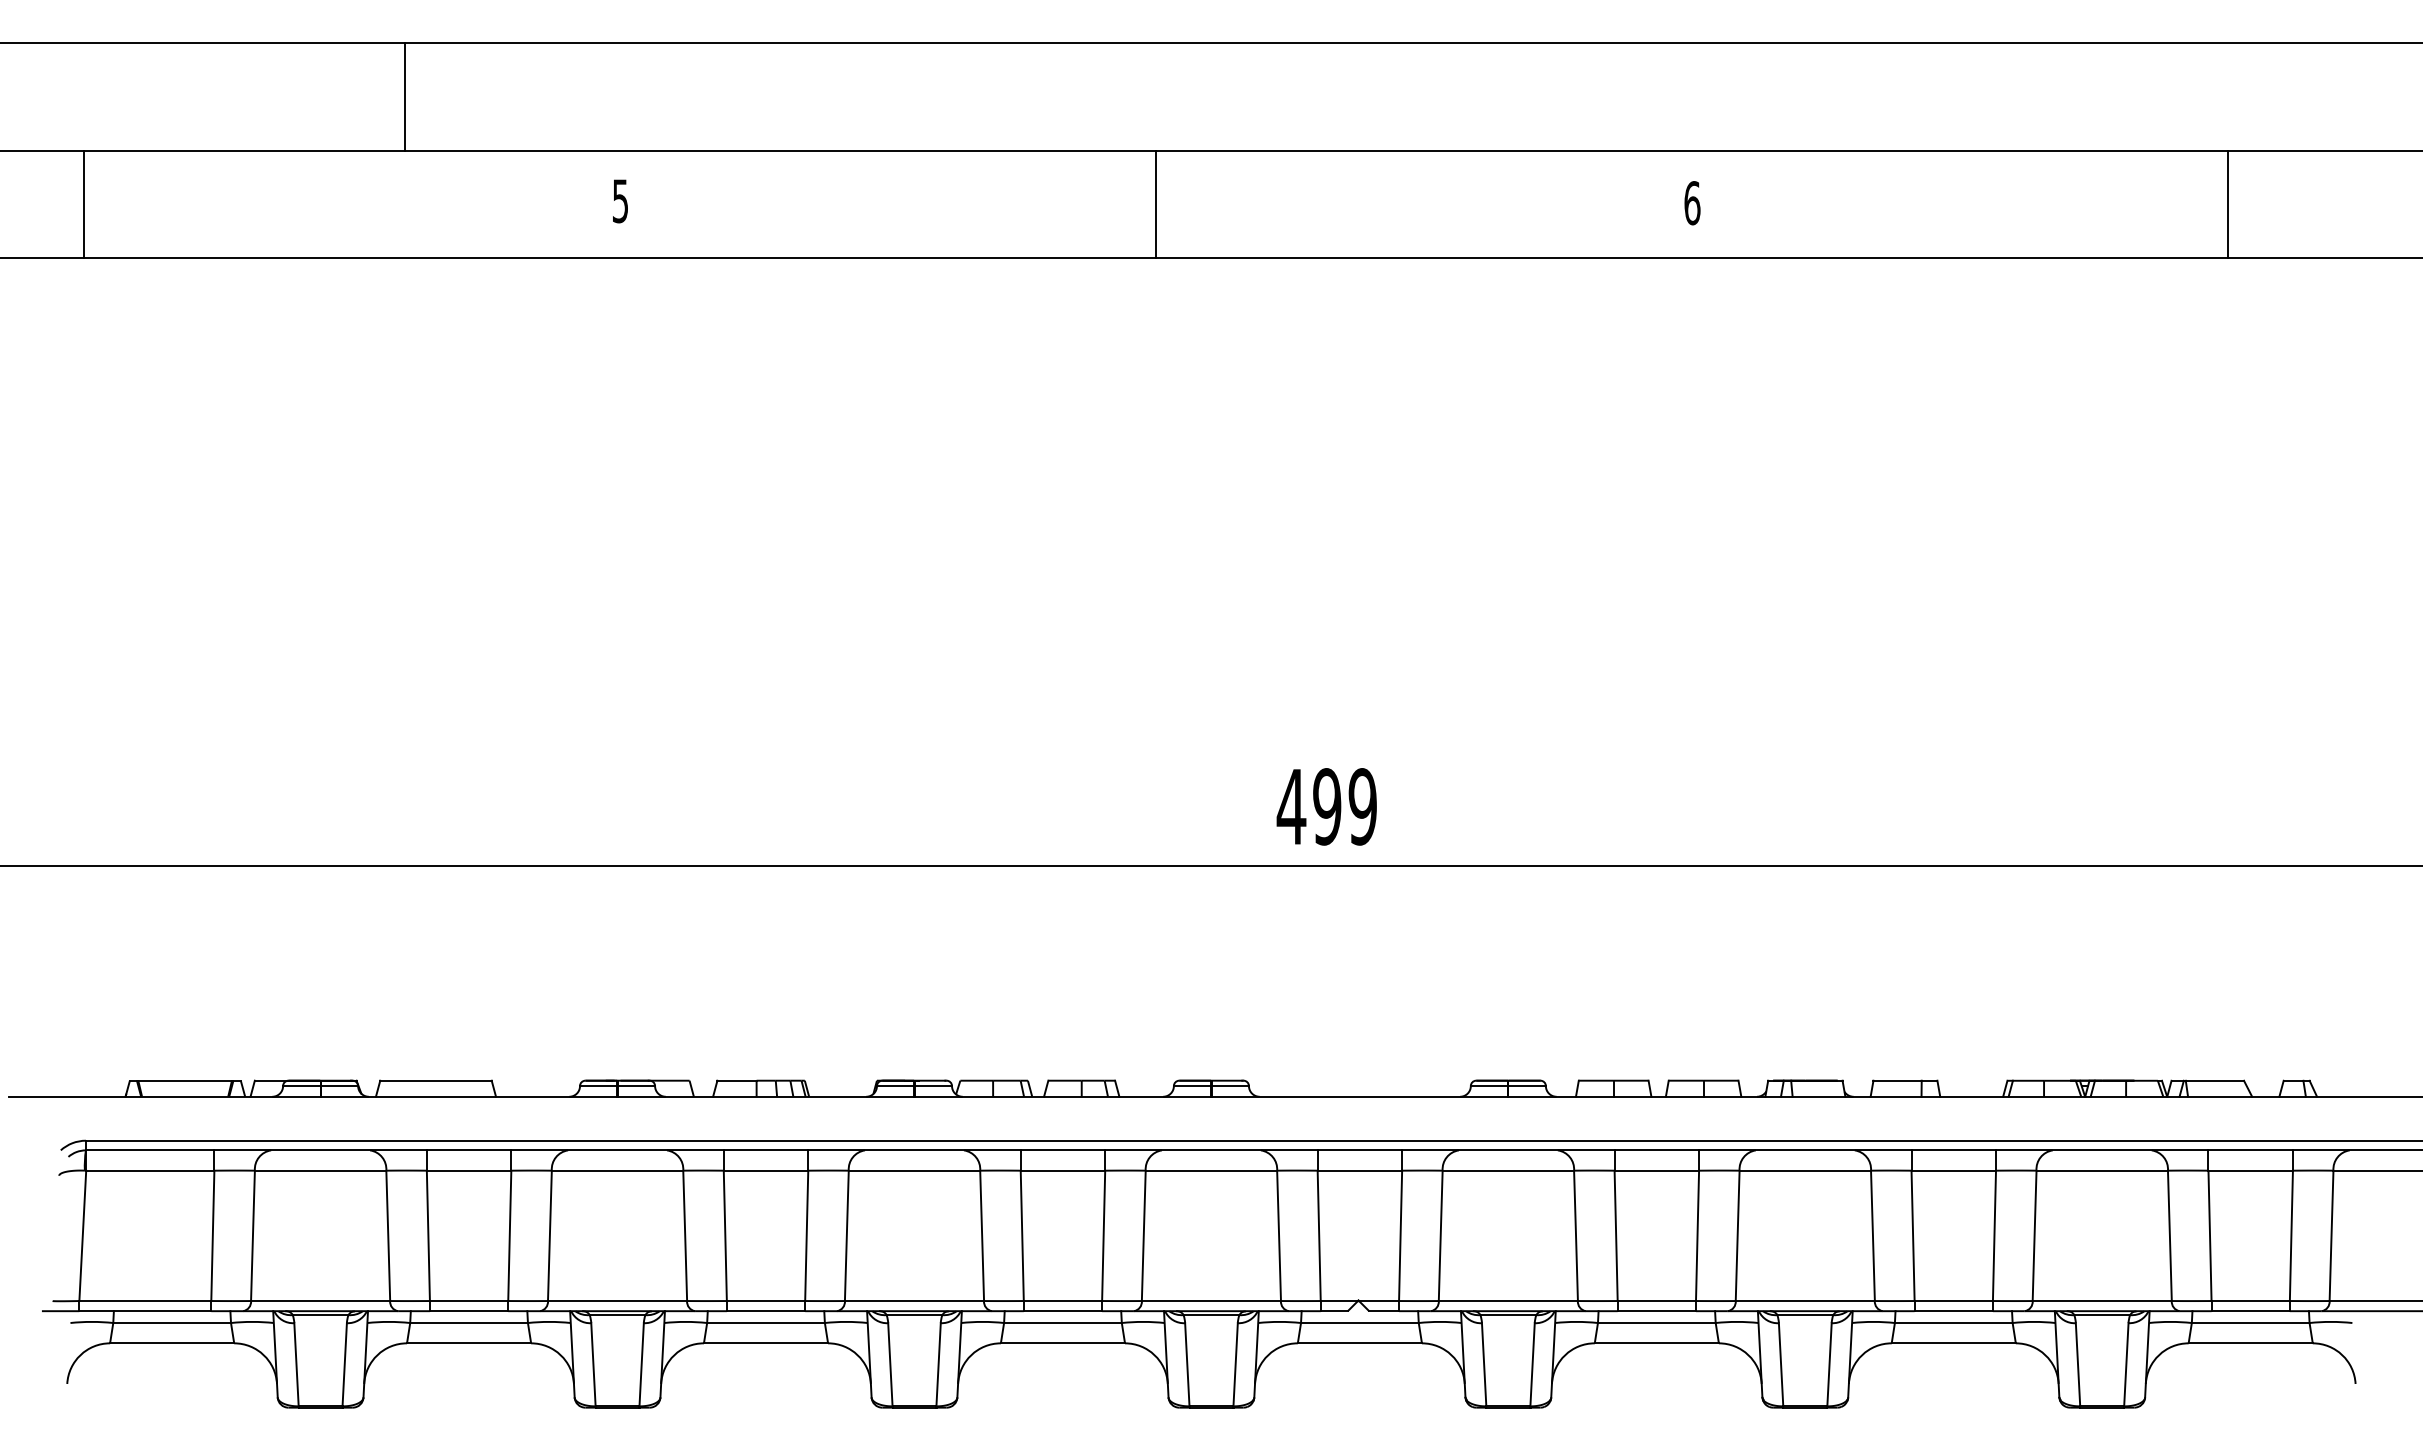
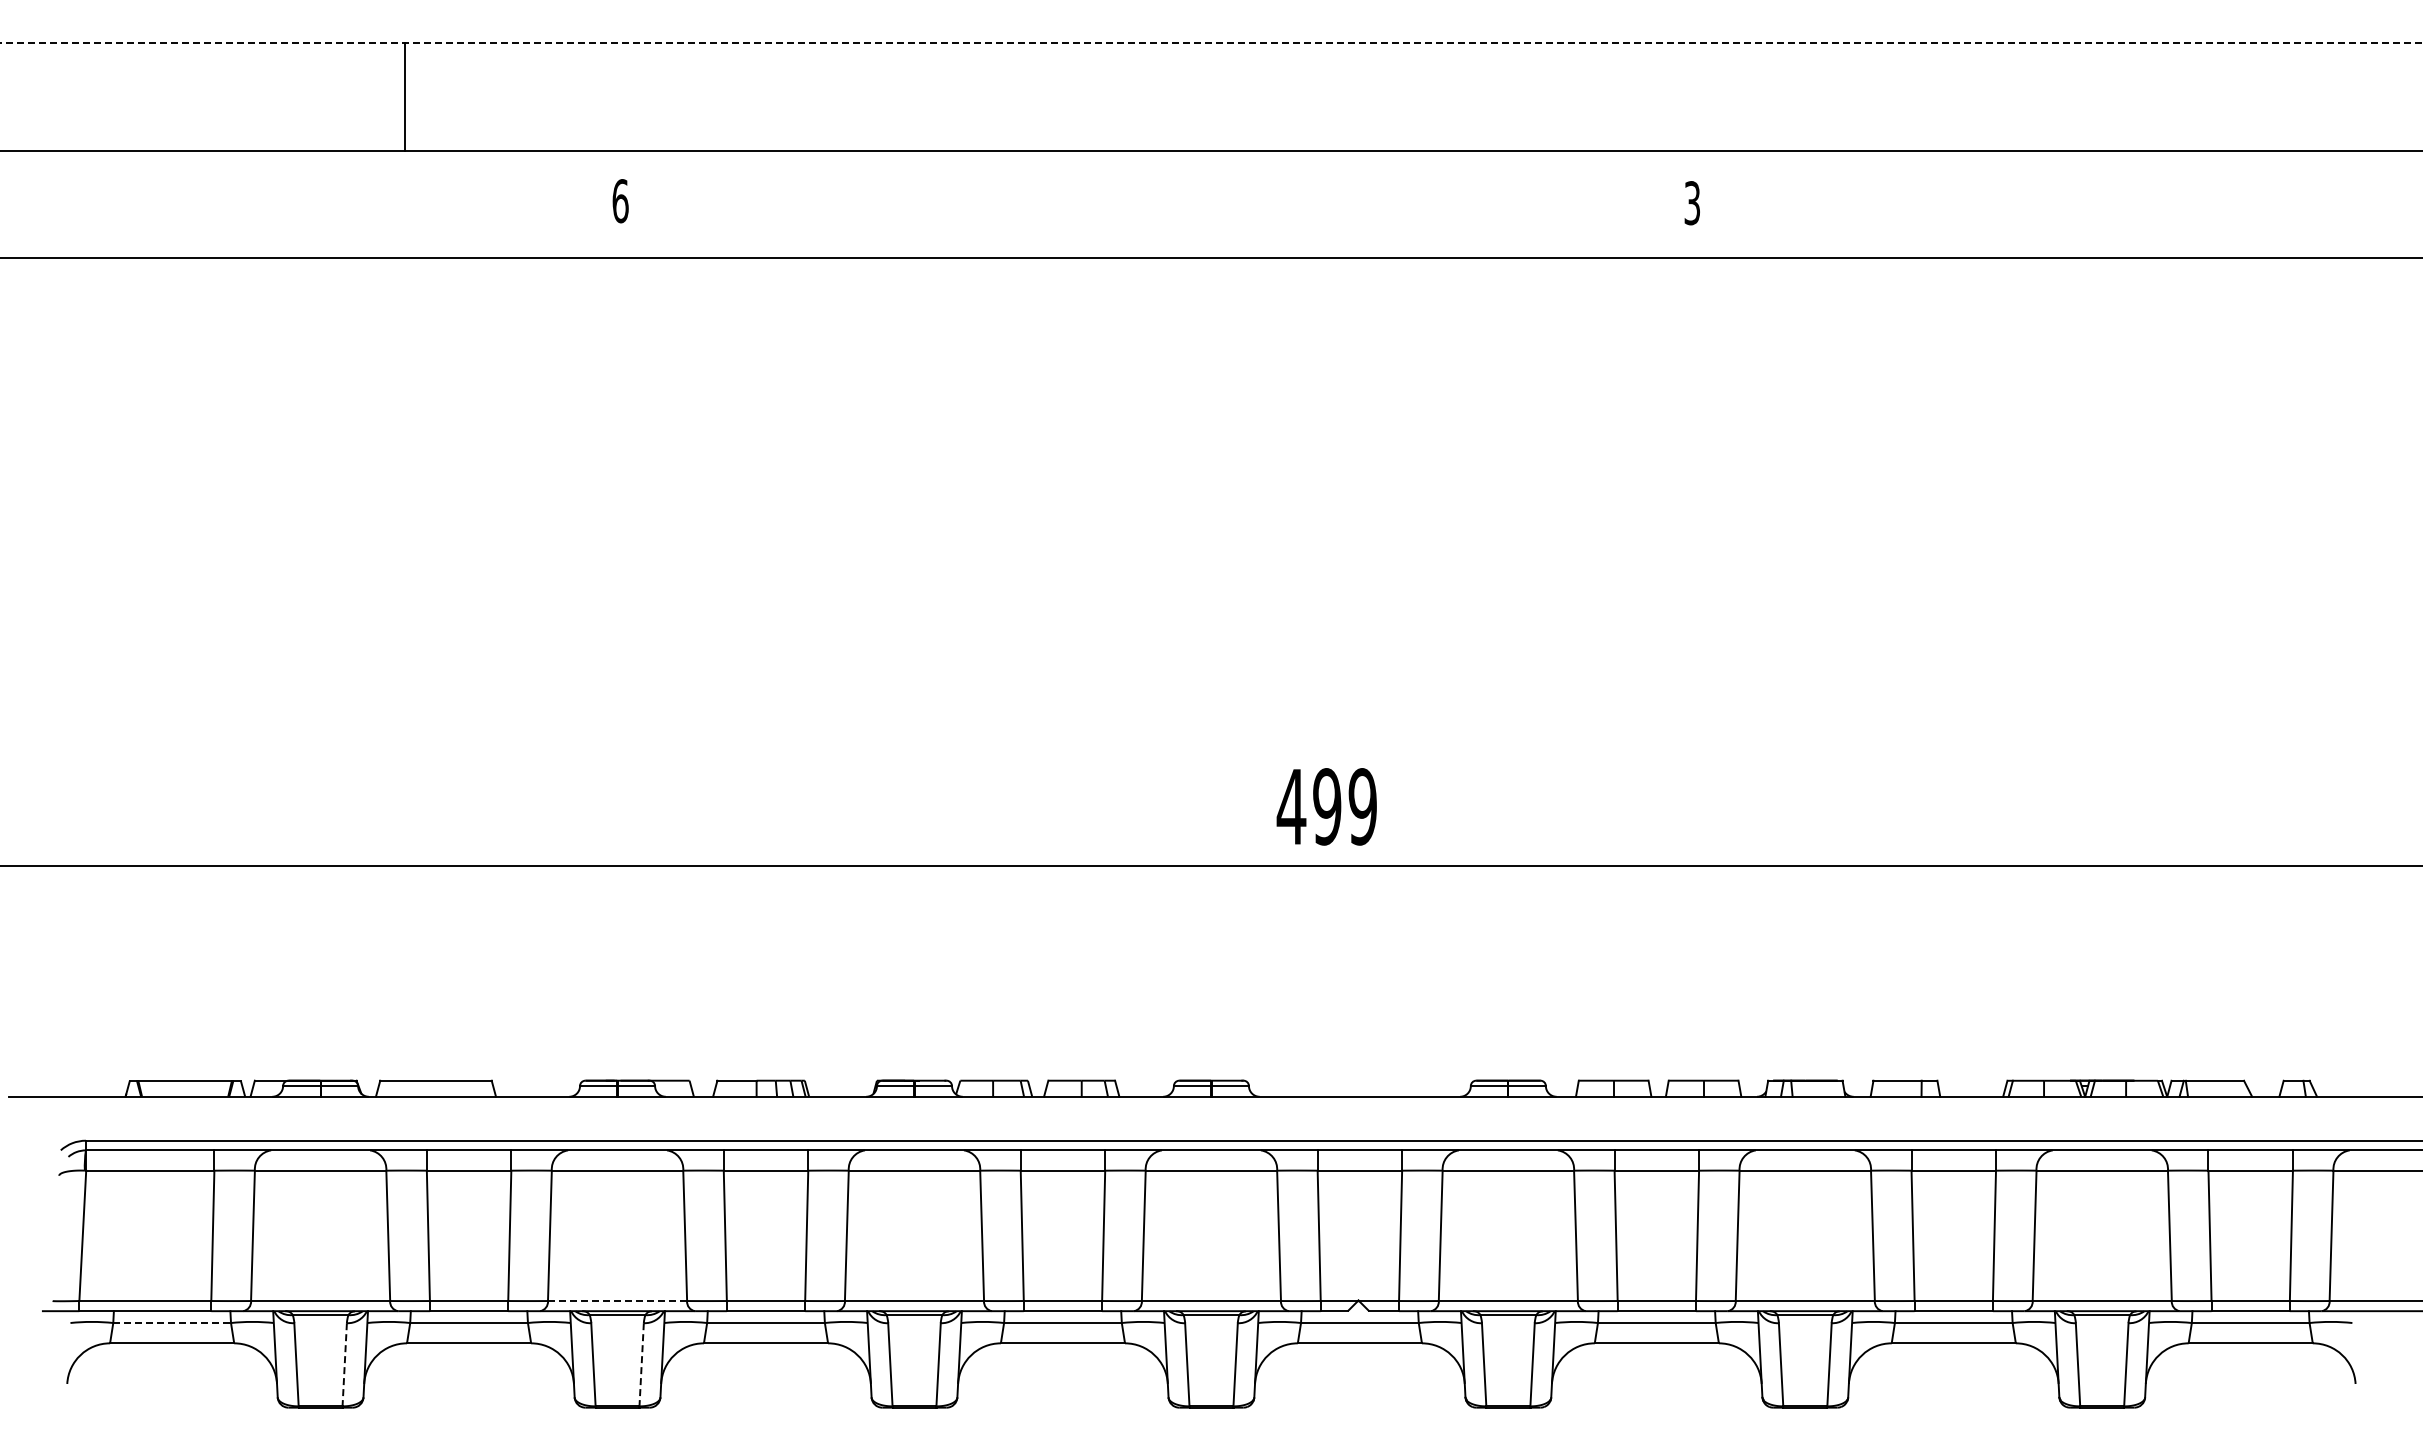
line at (1212, 43): solid -> dashed
text at (620, 201): 5 -> 6
line at (83, 203): present -> none
line at (1155, 203): present -> none
text at (1692, 203): 6 -> 3
line at (2227, 203): present -> none
line at (617, 1301): solid -> dashed
line at (172, 1323): solid -> dashed
line at (344, 1364): solid -> dashed
line at (641, 1364): solid -> dashed
